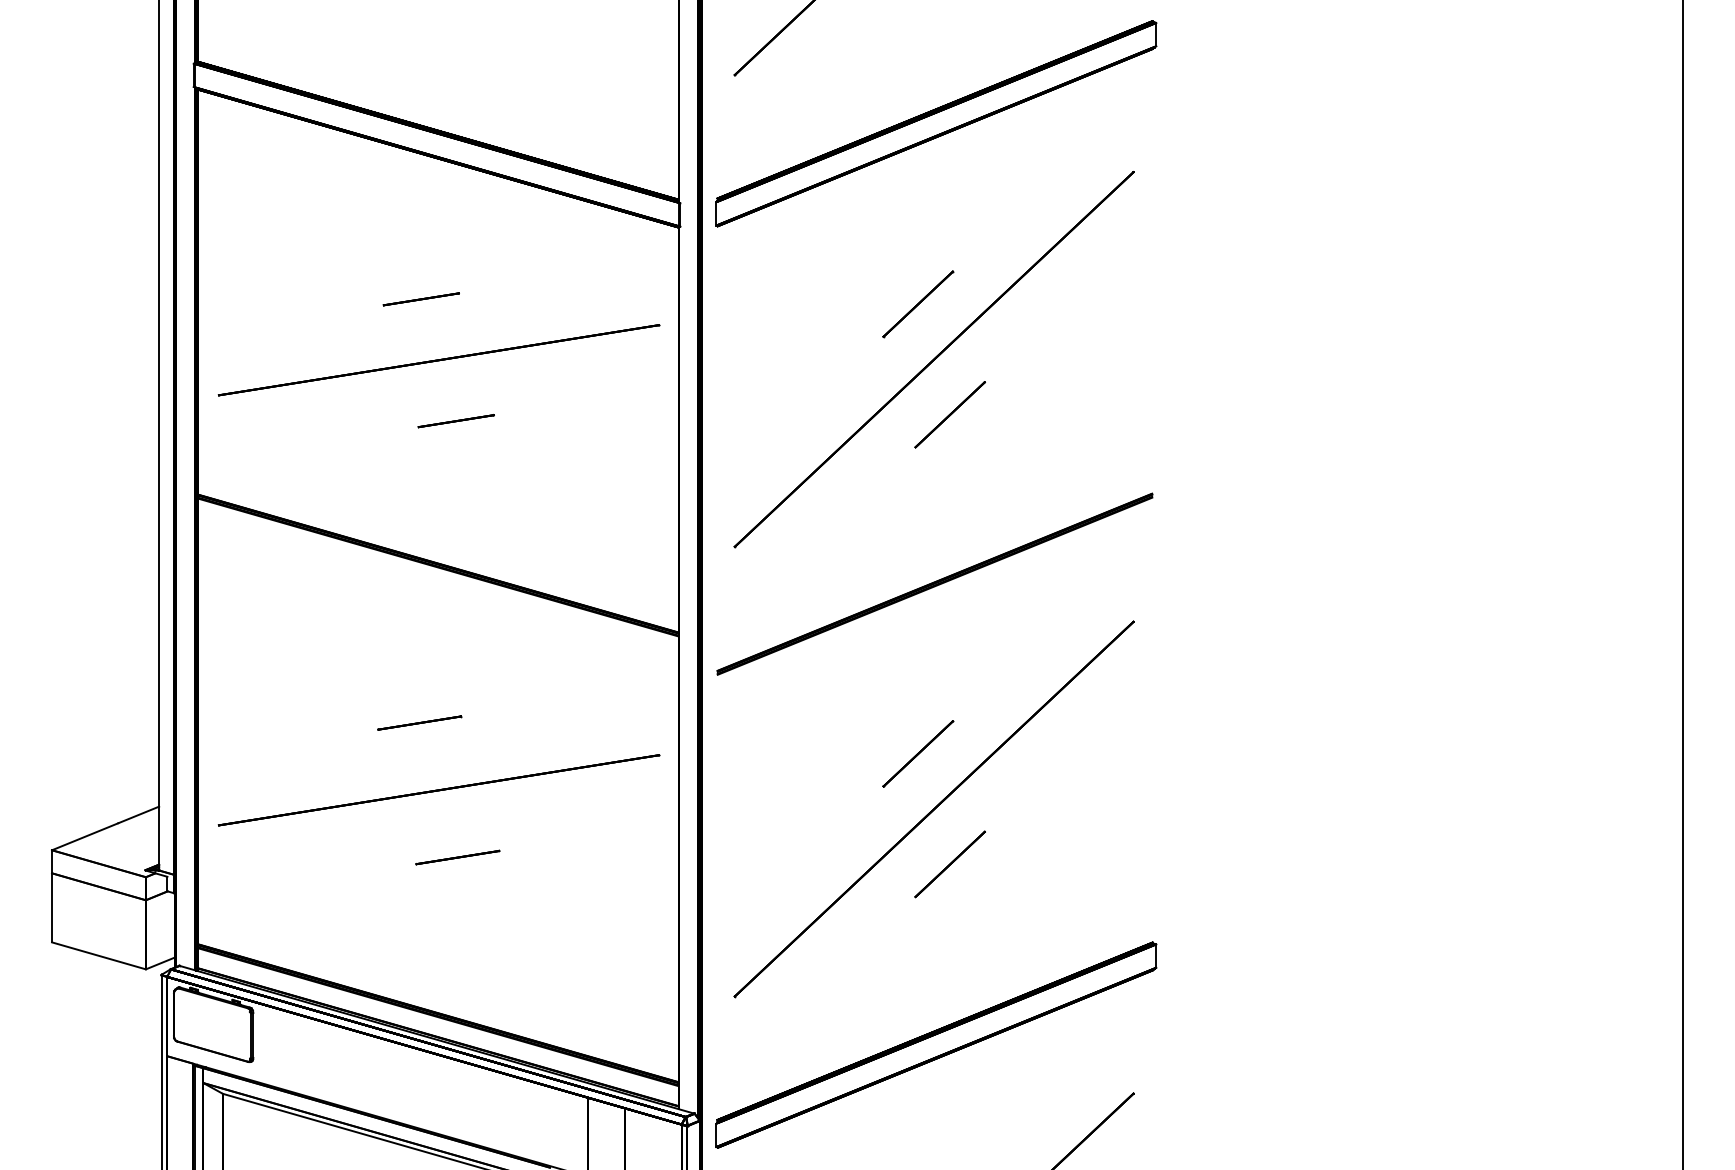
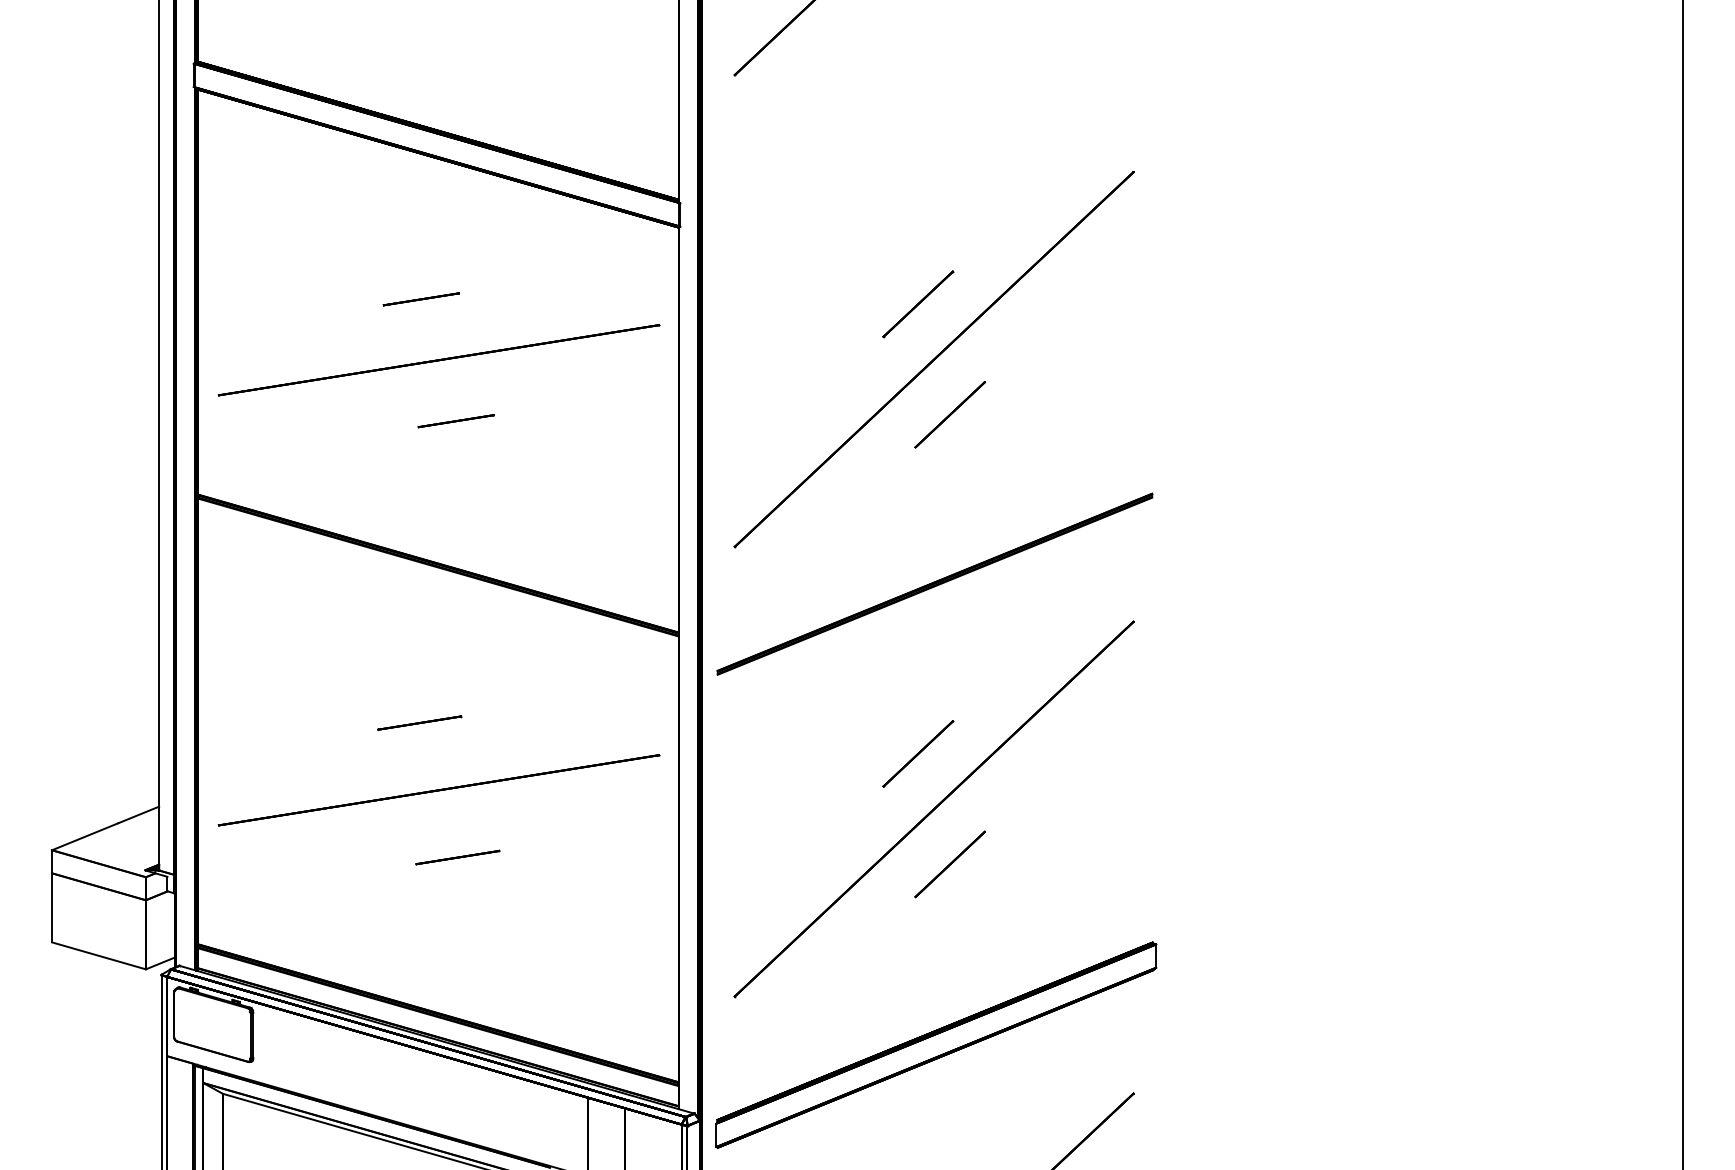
part at (936, 123): present -> none
